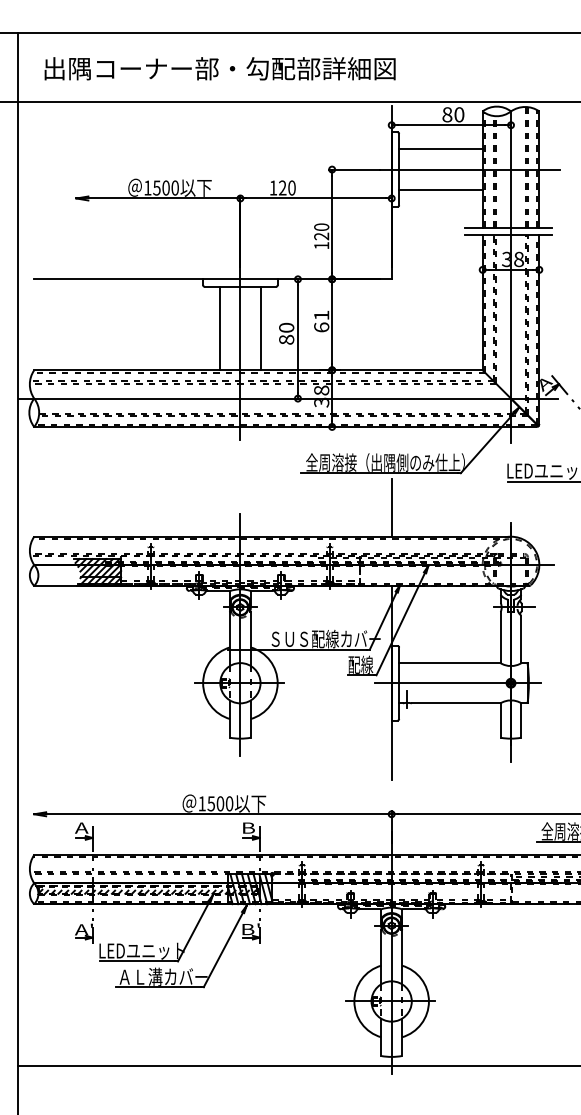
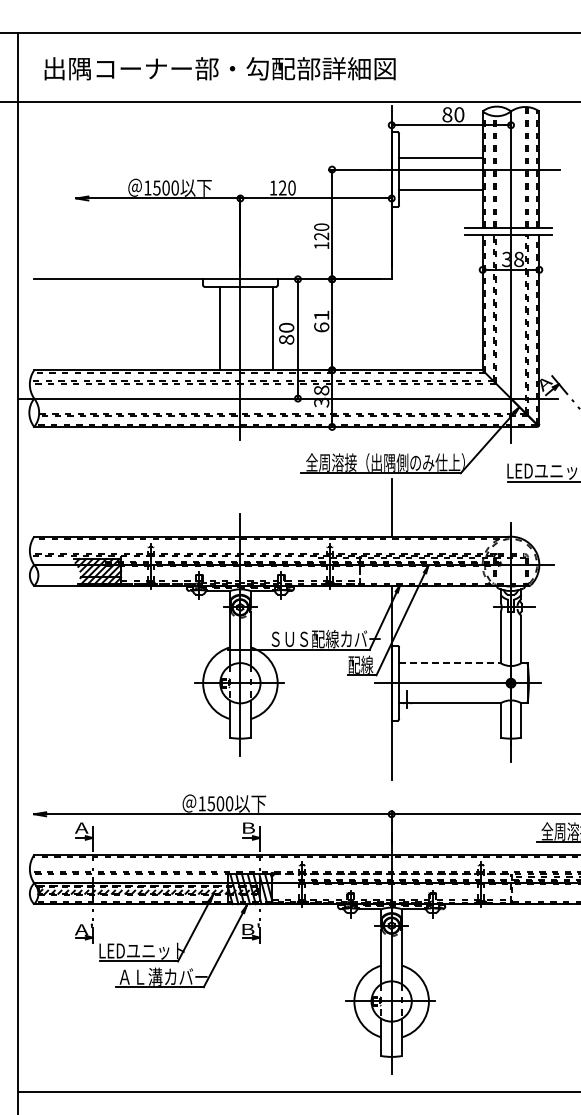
line at (440, 149) position: (440, 149) -> (440, 158)
line at (260, 328) position: (260, 328) -> (272, 328)
line at (449, 663): solid -> dashed
line at (297, 1066) position: (297, 1066) -> (297, 1092)
